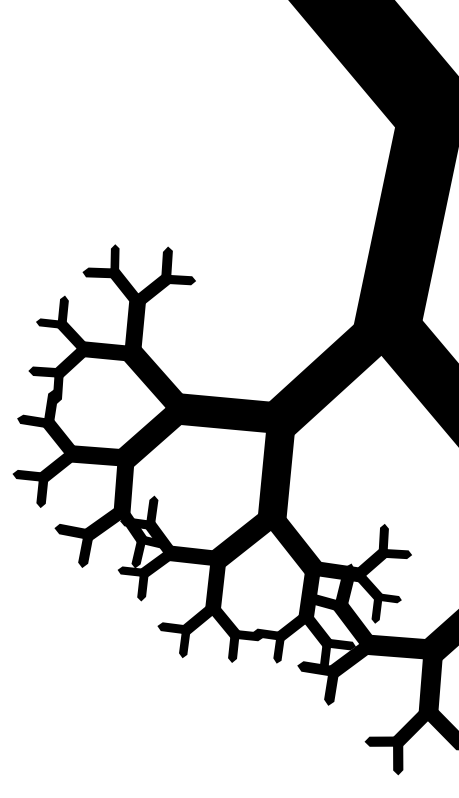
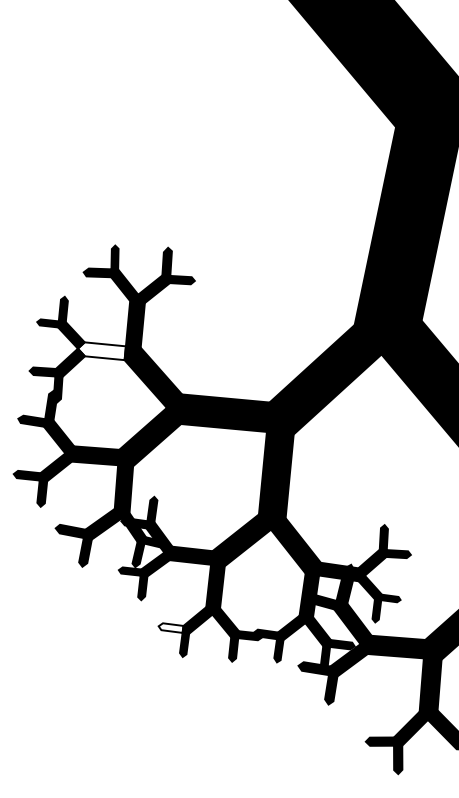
fill at (101, 351): present -> none
fill at (170, 627): present -> none
